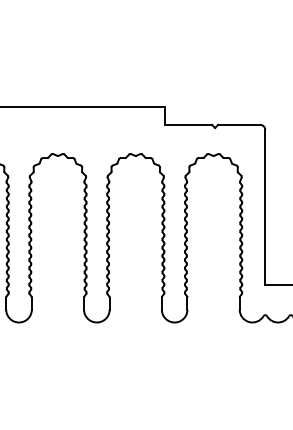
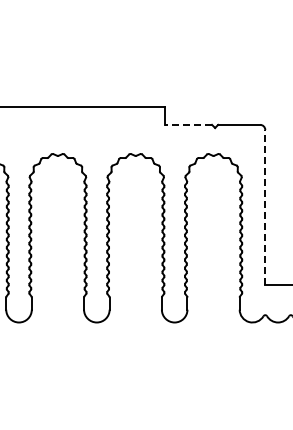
line at (188, 124): solid -> dashed
line at (265, 206): solid -> dashed
